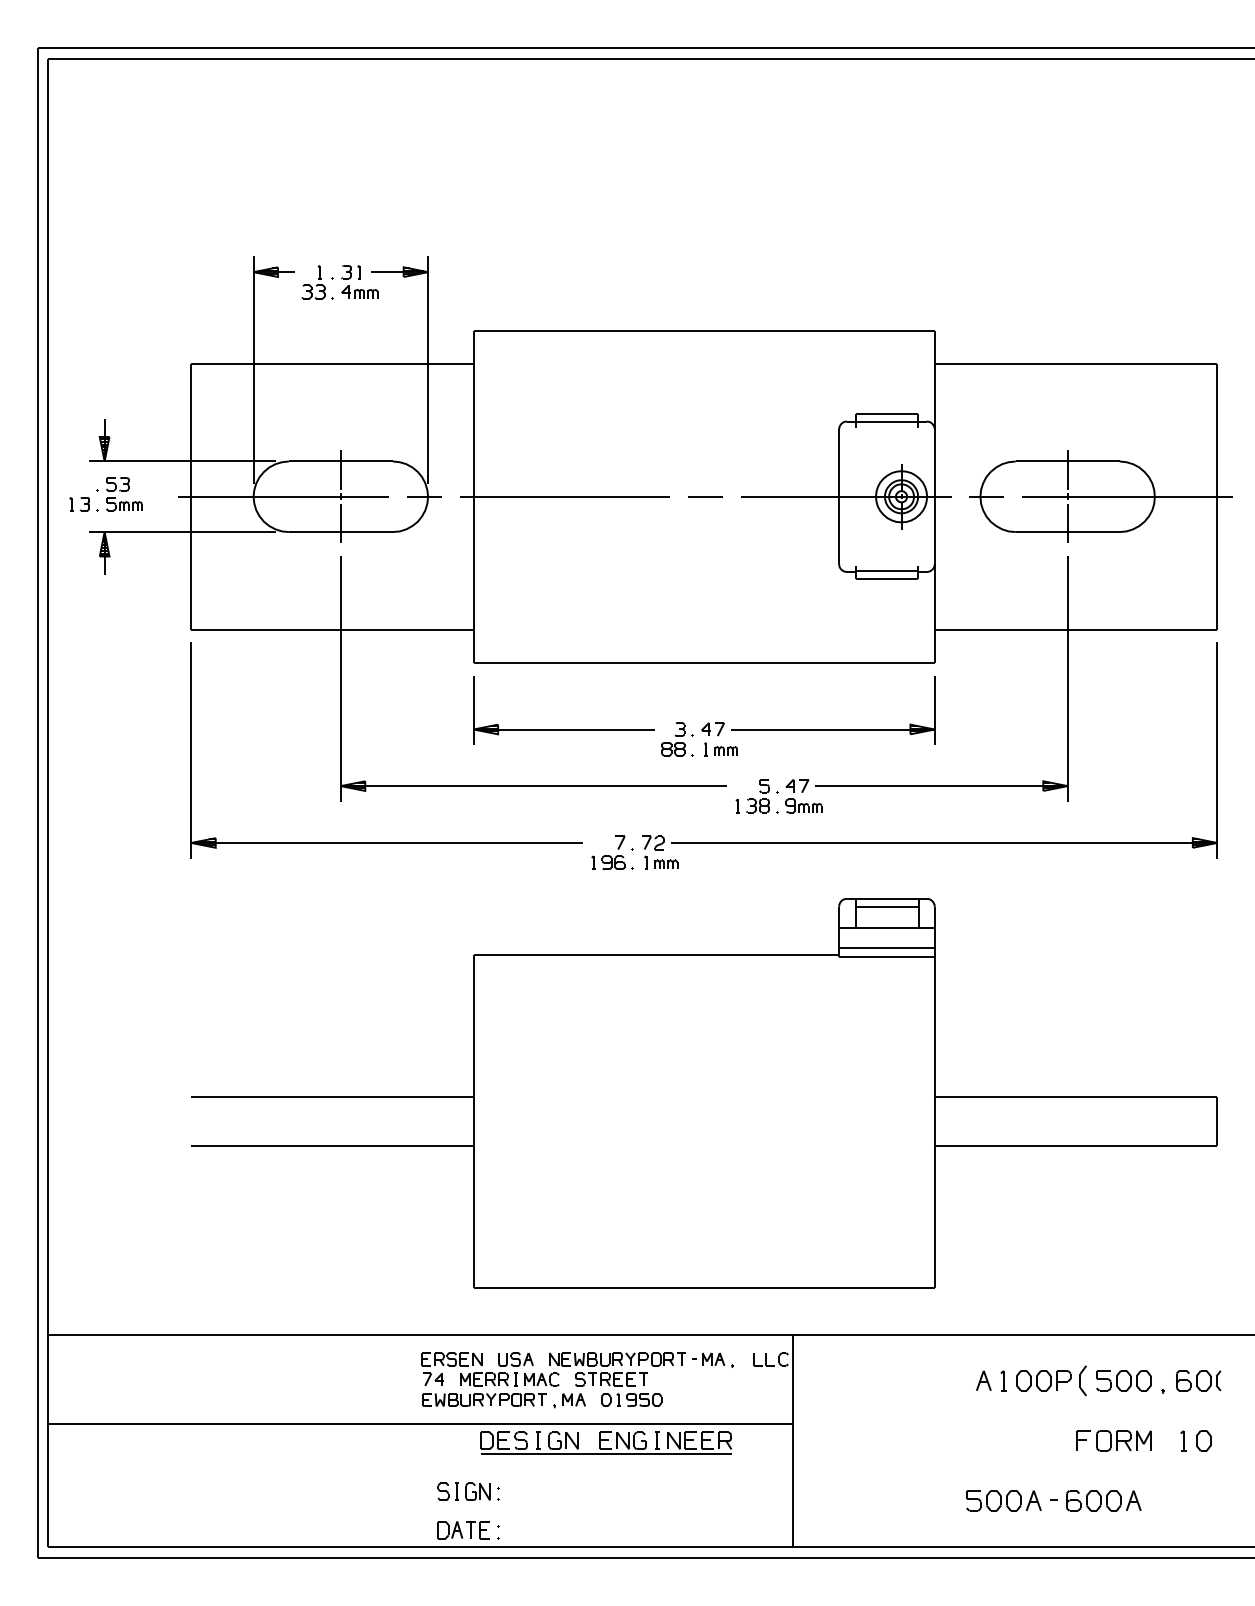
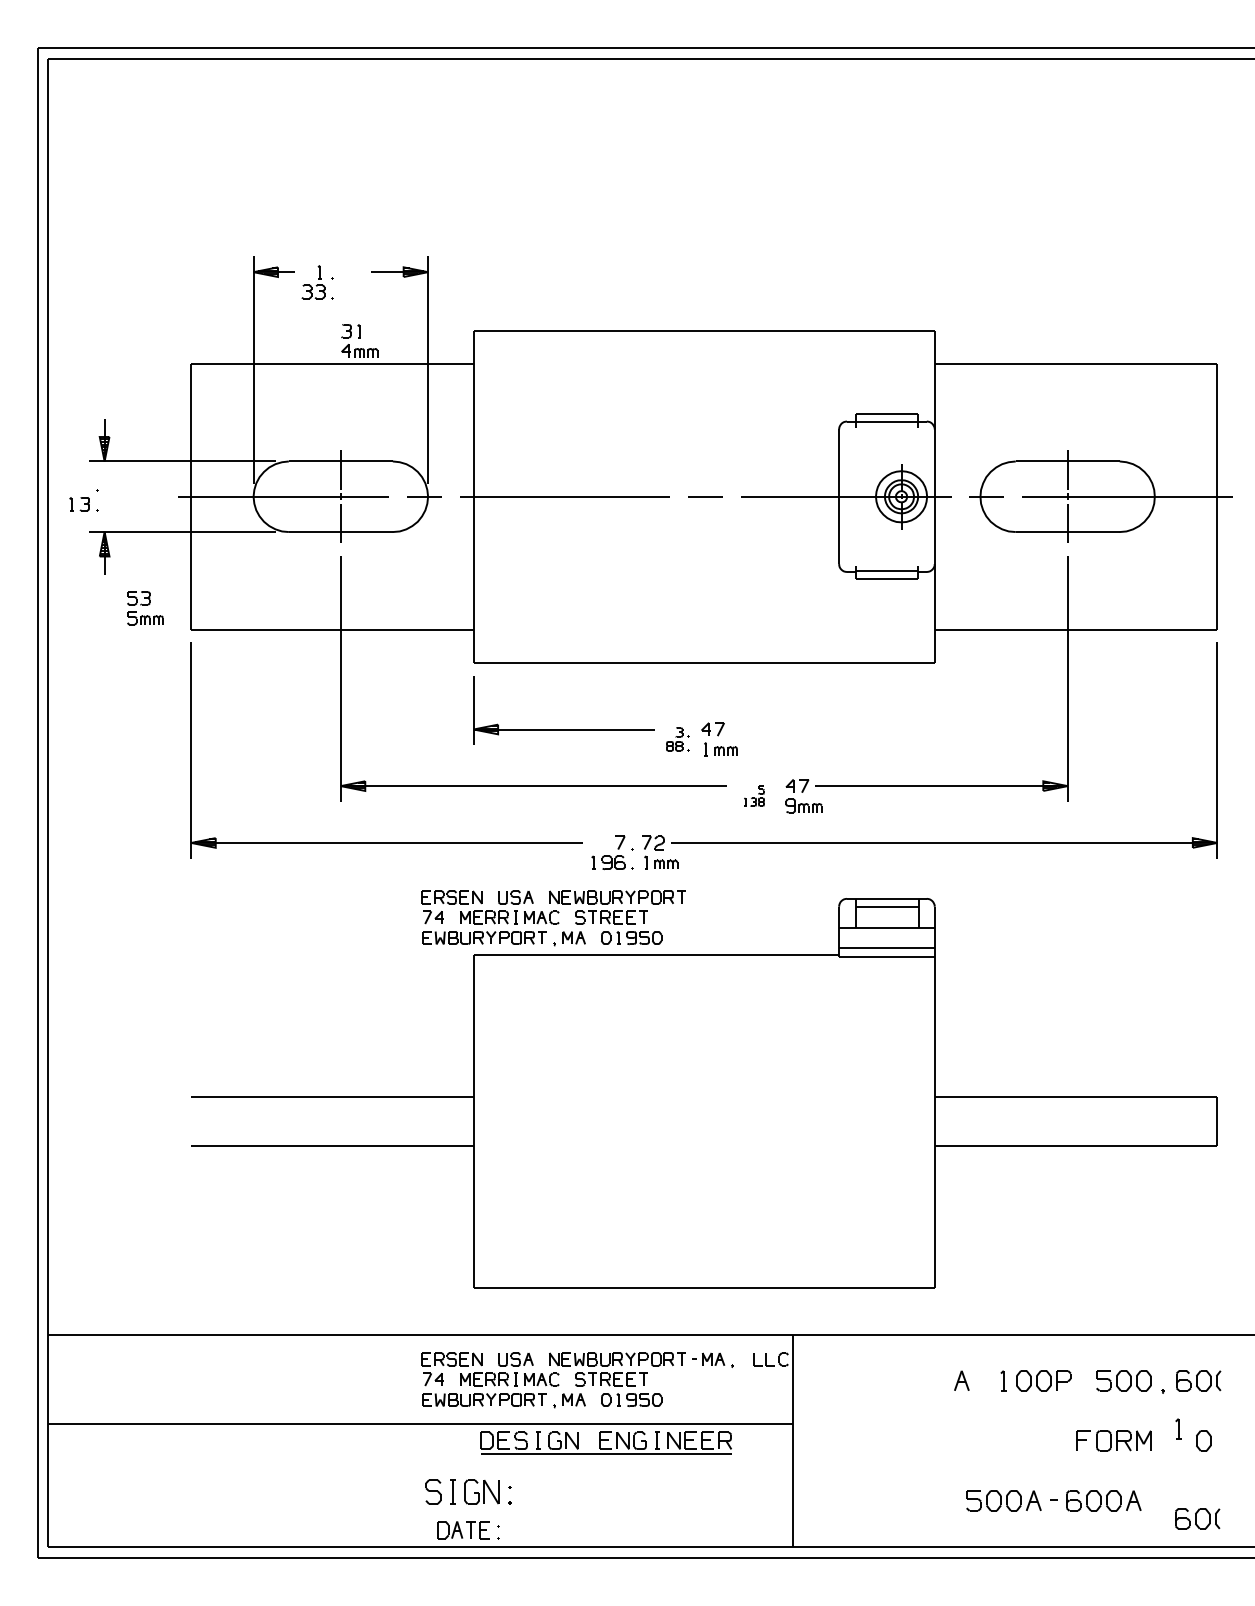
part at (359, 281) position: (359, 281) -> (359, 340)
part at (124, 494) position: (124, 494) -> (145, 608)
part at (833, 729): present -> none
part at (677, 739) size: 33x35 px -> 24x25 px
part at (756, 796) size: 44x35 px -> 21x22 px
part at (553, 918): none -> present
part at (983, 1380) position: (983, 1380) -> (961, 1380)
part at (1082, 1380): present -> none
part at (1183, 1440) position: (1183, 1440) -> (1178, 1428)
part at (468, 1491) size: 63x19 px -> 87x26 px
part at (1197, 1518): none -> present
